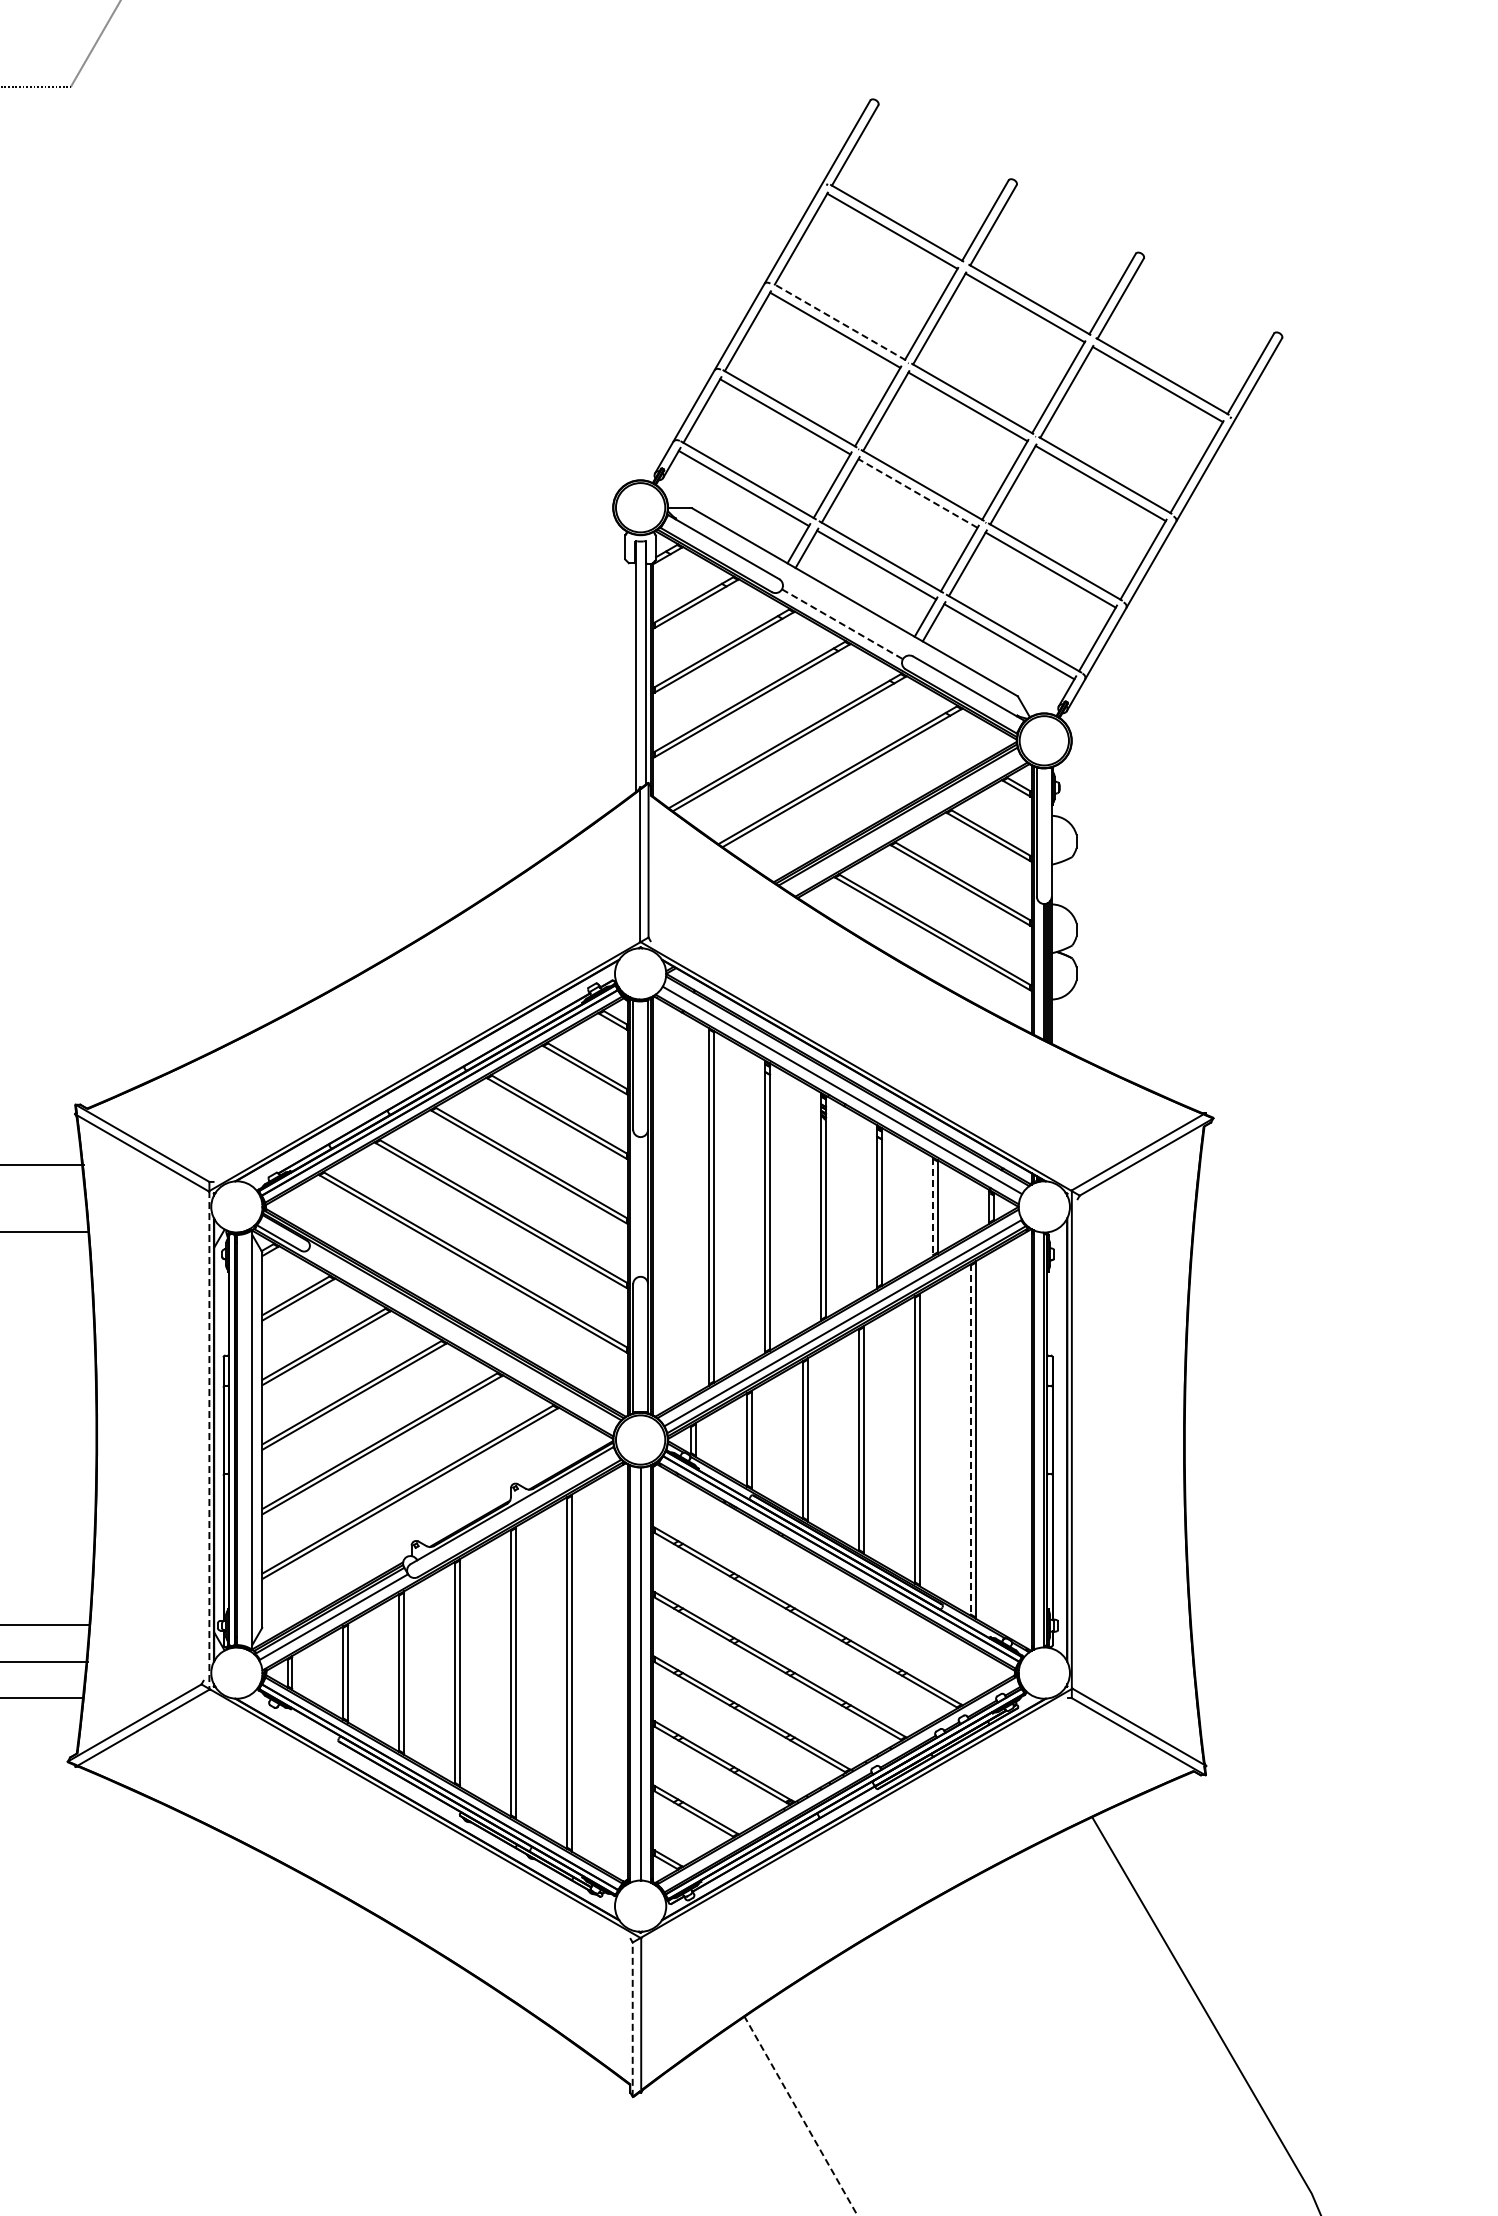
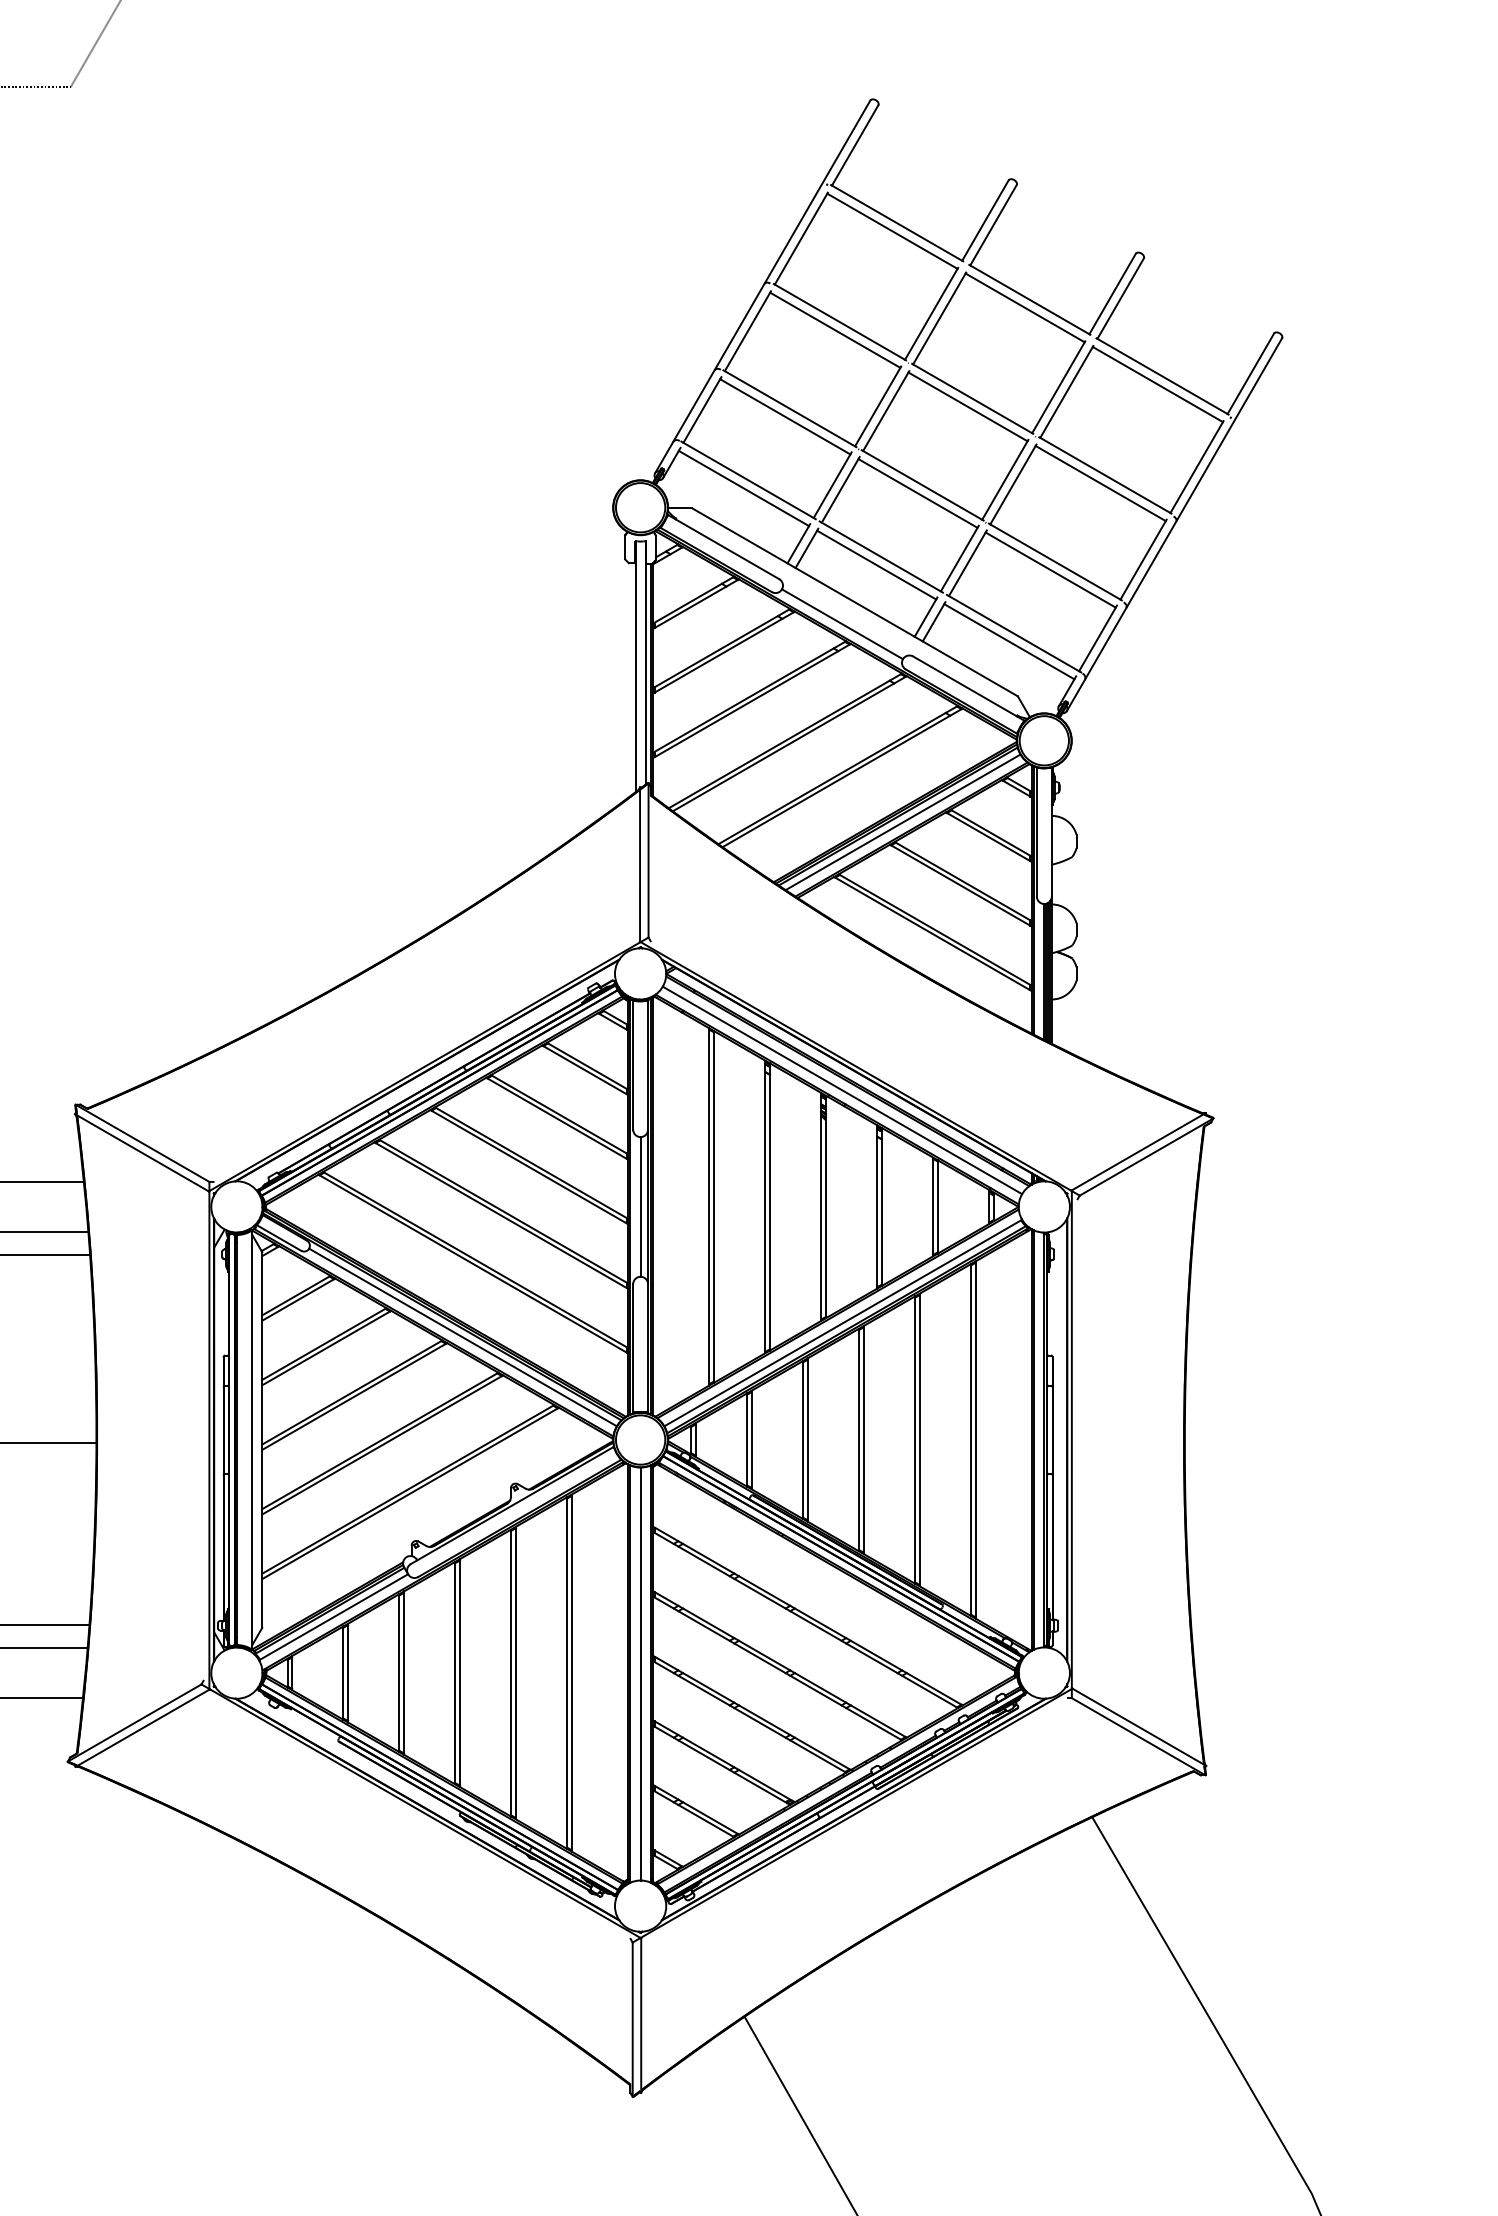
line at (839, 321): dashed -> solid
line at (918, 493): dashed -> solid
line at (842, 624): dashed -> solid
line at (902, 822): none -> present
line at (42, 1164) position: (42, 1164) -> (42, 1181)
line at (640, 1206): none -> present
line at (933, 1207): dashed -> solid
line at (46, 1254): none -> present
line at (462, 1337): none -> present
line at (209, 1440): dashed -> solid
line at (970, 1440): dashed -> solid
line at (49, 1443): none -> present
line at (44, 1661) position: (44, 1661) -> (44, 1647)
line at (632, 2019): dashed -> solid
line at (800, 2115): dashed -> solid
